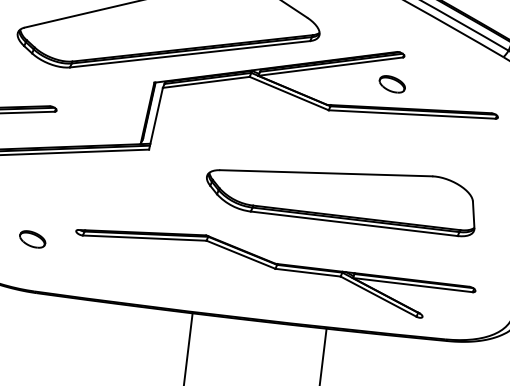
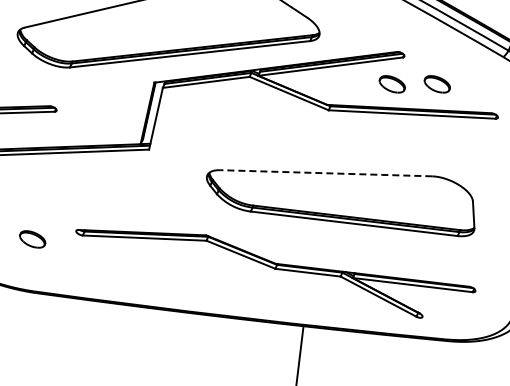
part at (436, 84): none -> present
line at (325, 173): solid -> dashed
line at (188, 347): present -> none
line at (323, 355) position: (323, 355) -> (299, 353)
